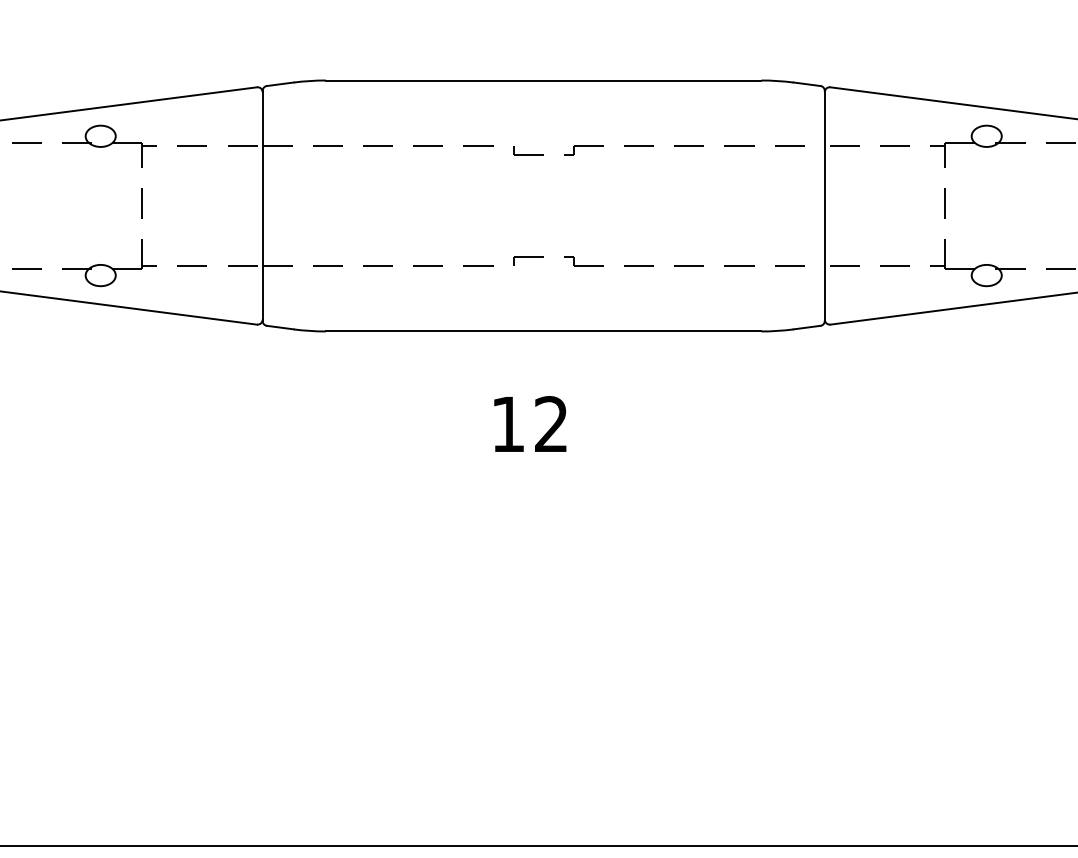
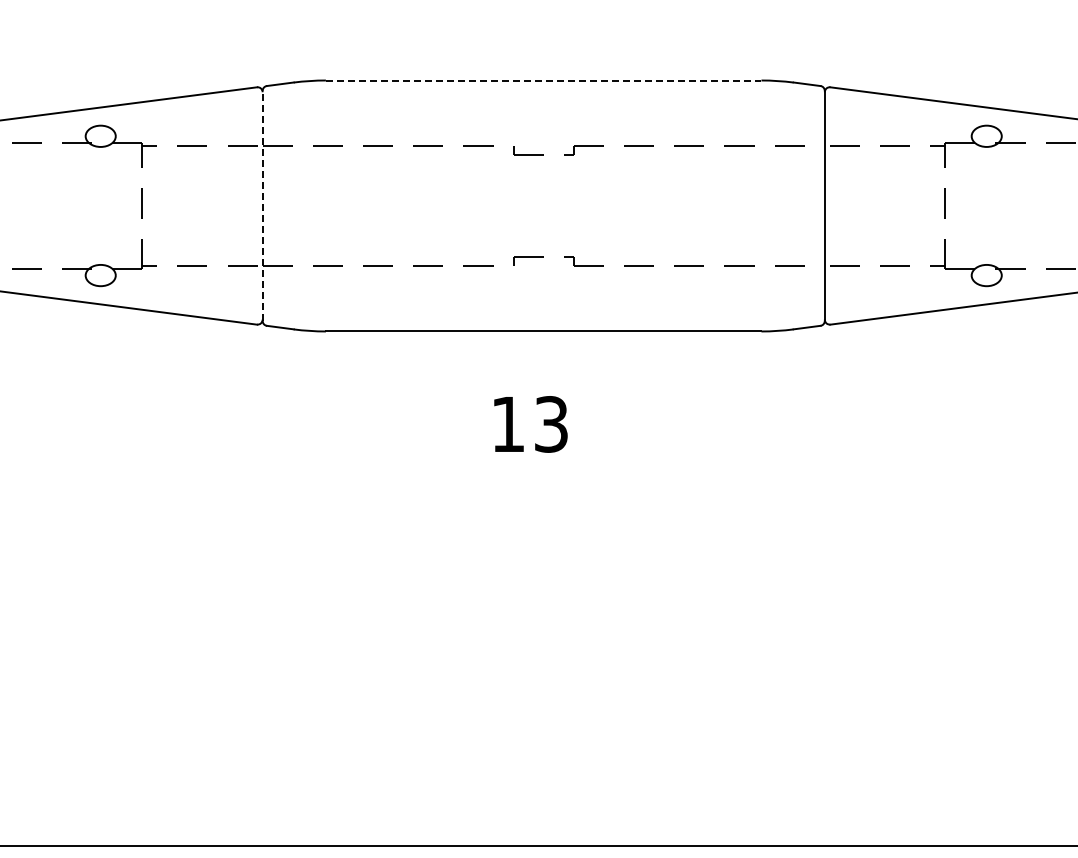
line at (543, 80): solid -> dashed
line at (262, 205): solid -> dashed
text at (551, 424): 12 -> 13
